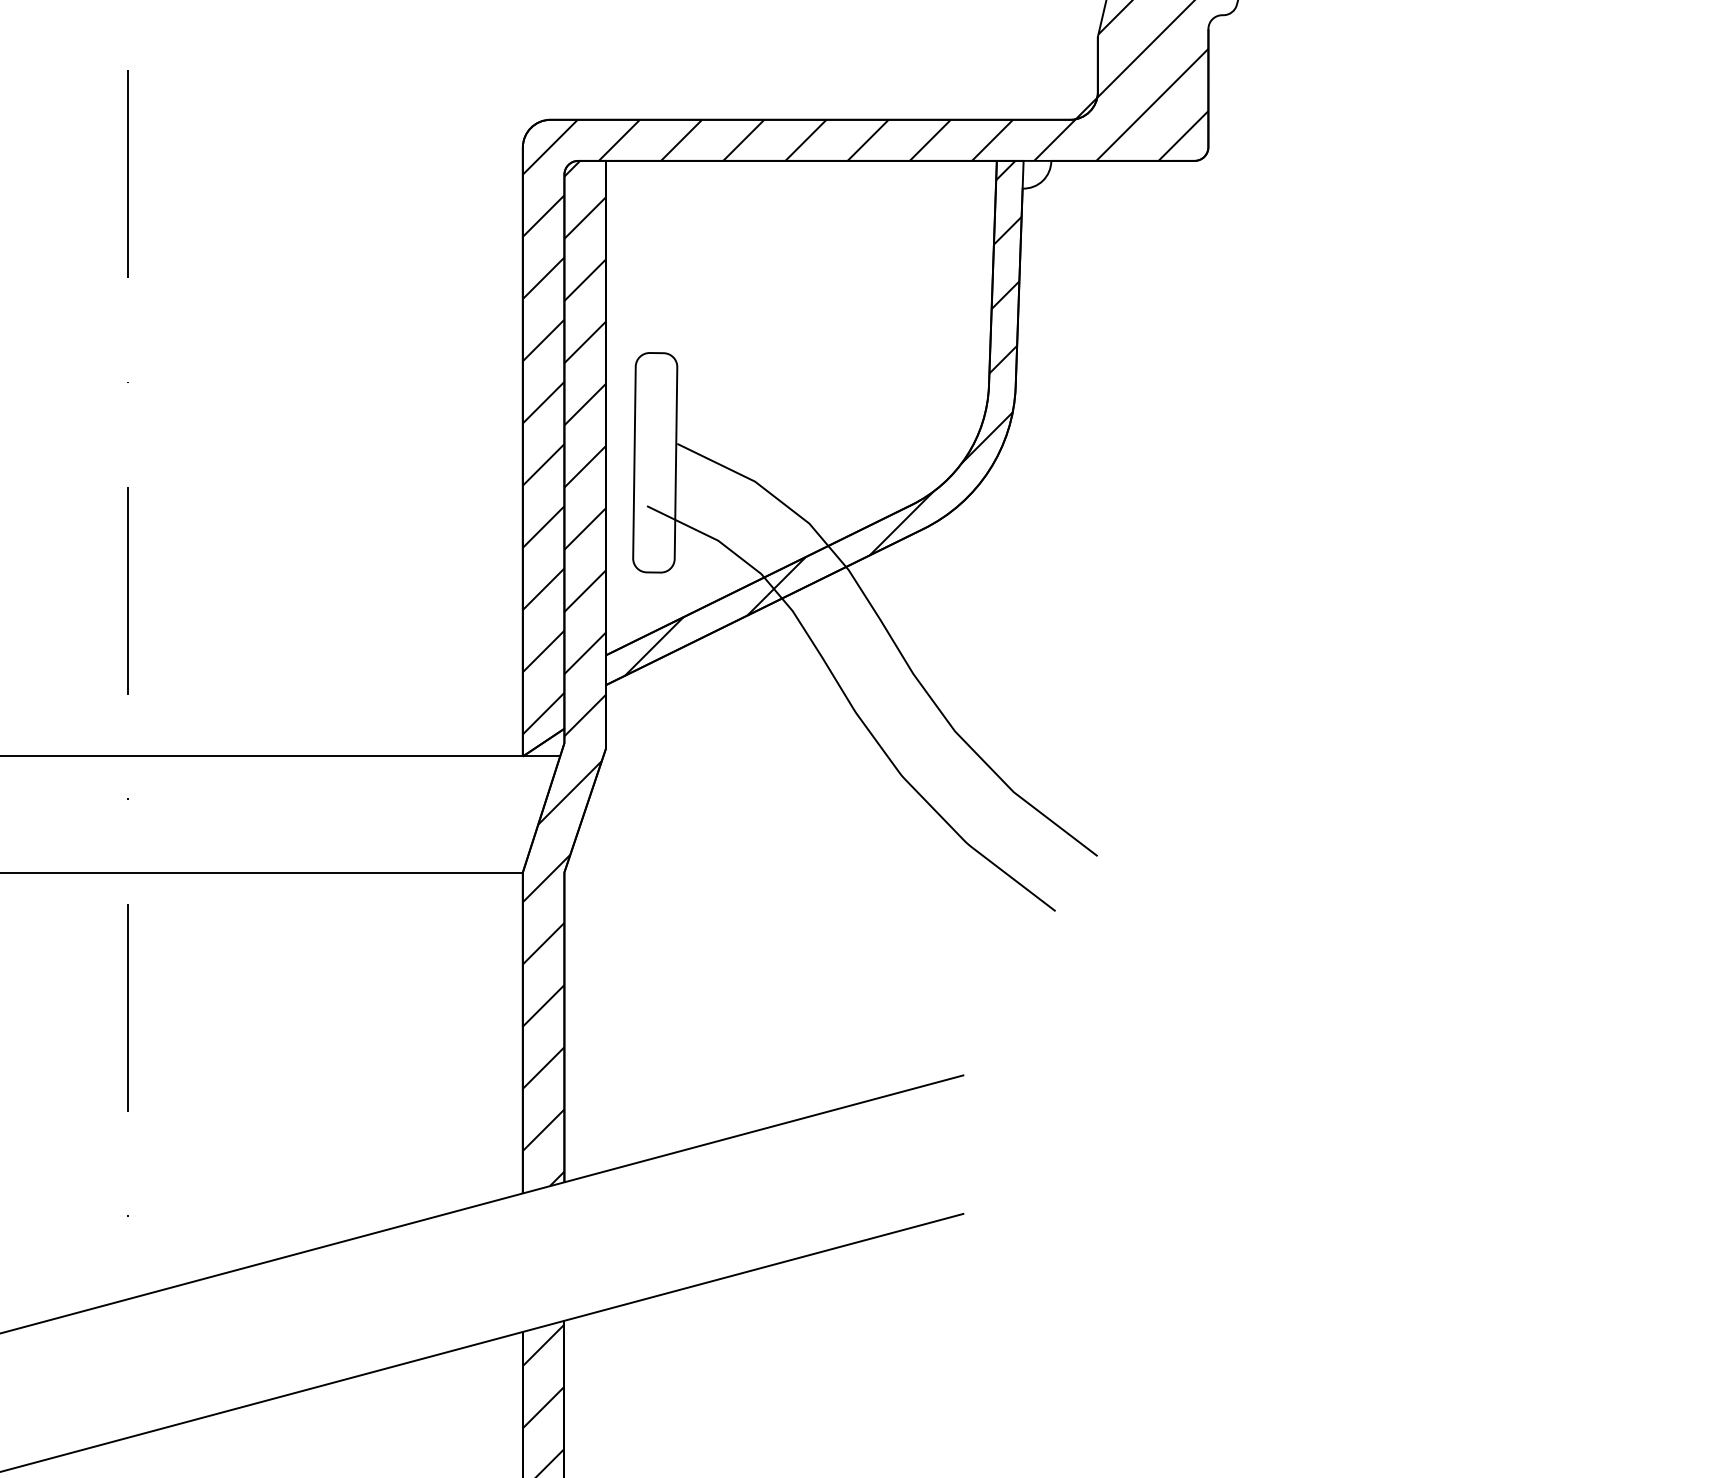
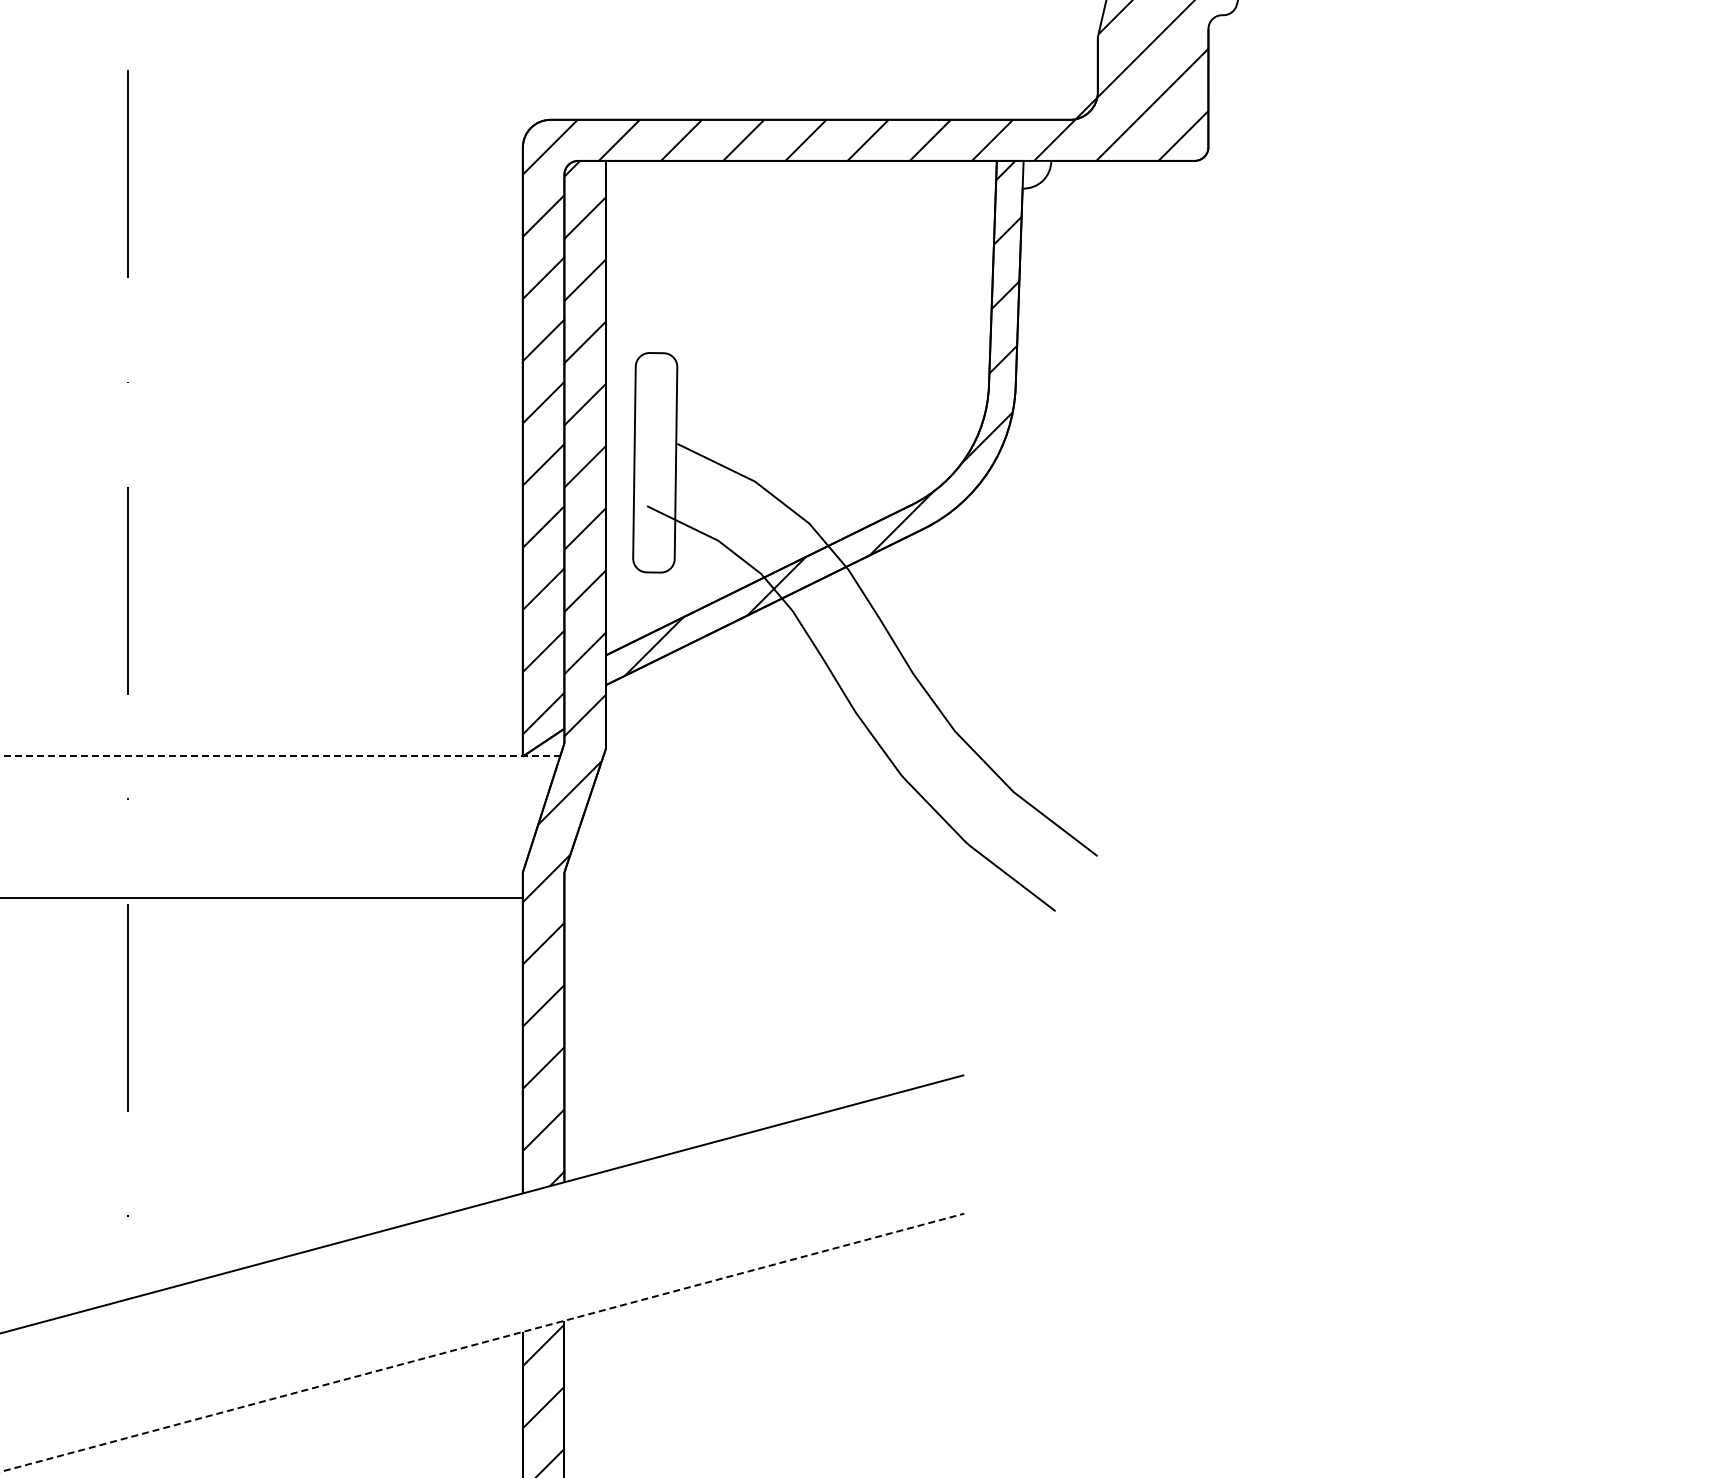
line at (280, 756): solid -> dashed
line at (262, 872) position: (262, 872) -> (262, 897)
line at (482, 1342): solid -> dashed
